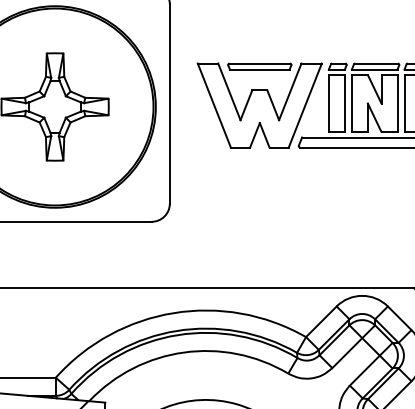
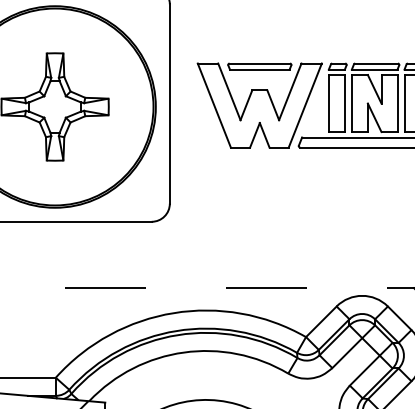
line at (207, 288): solid -> dashed
